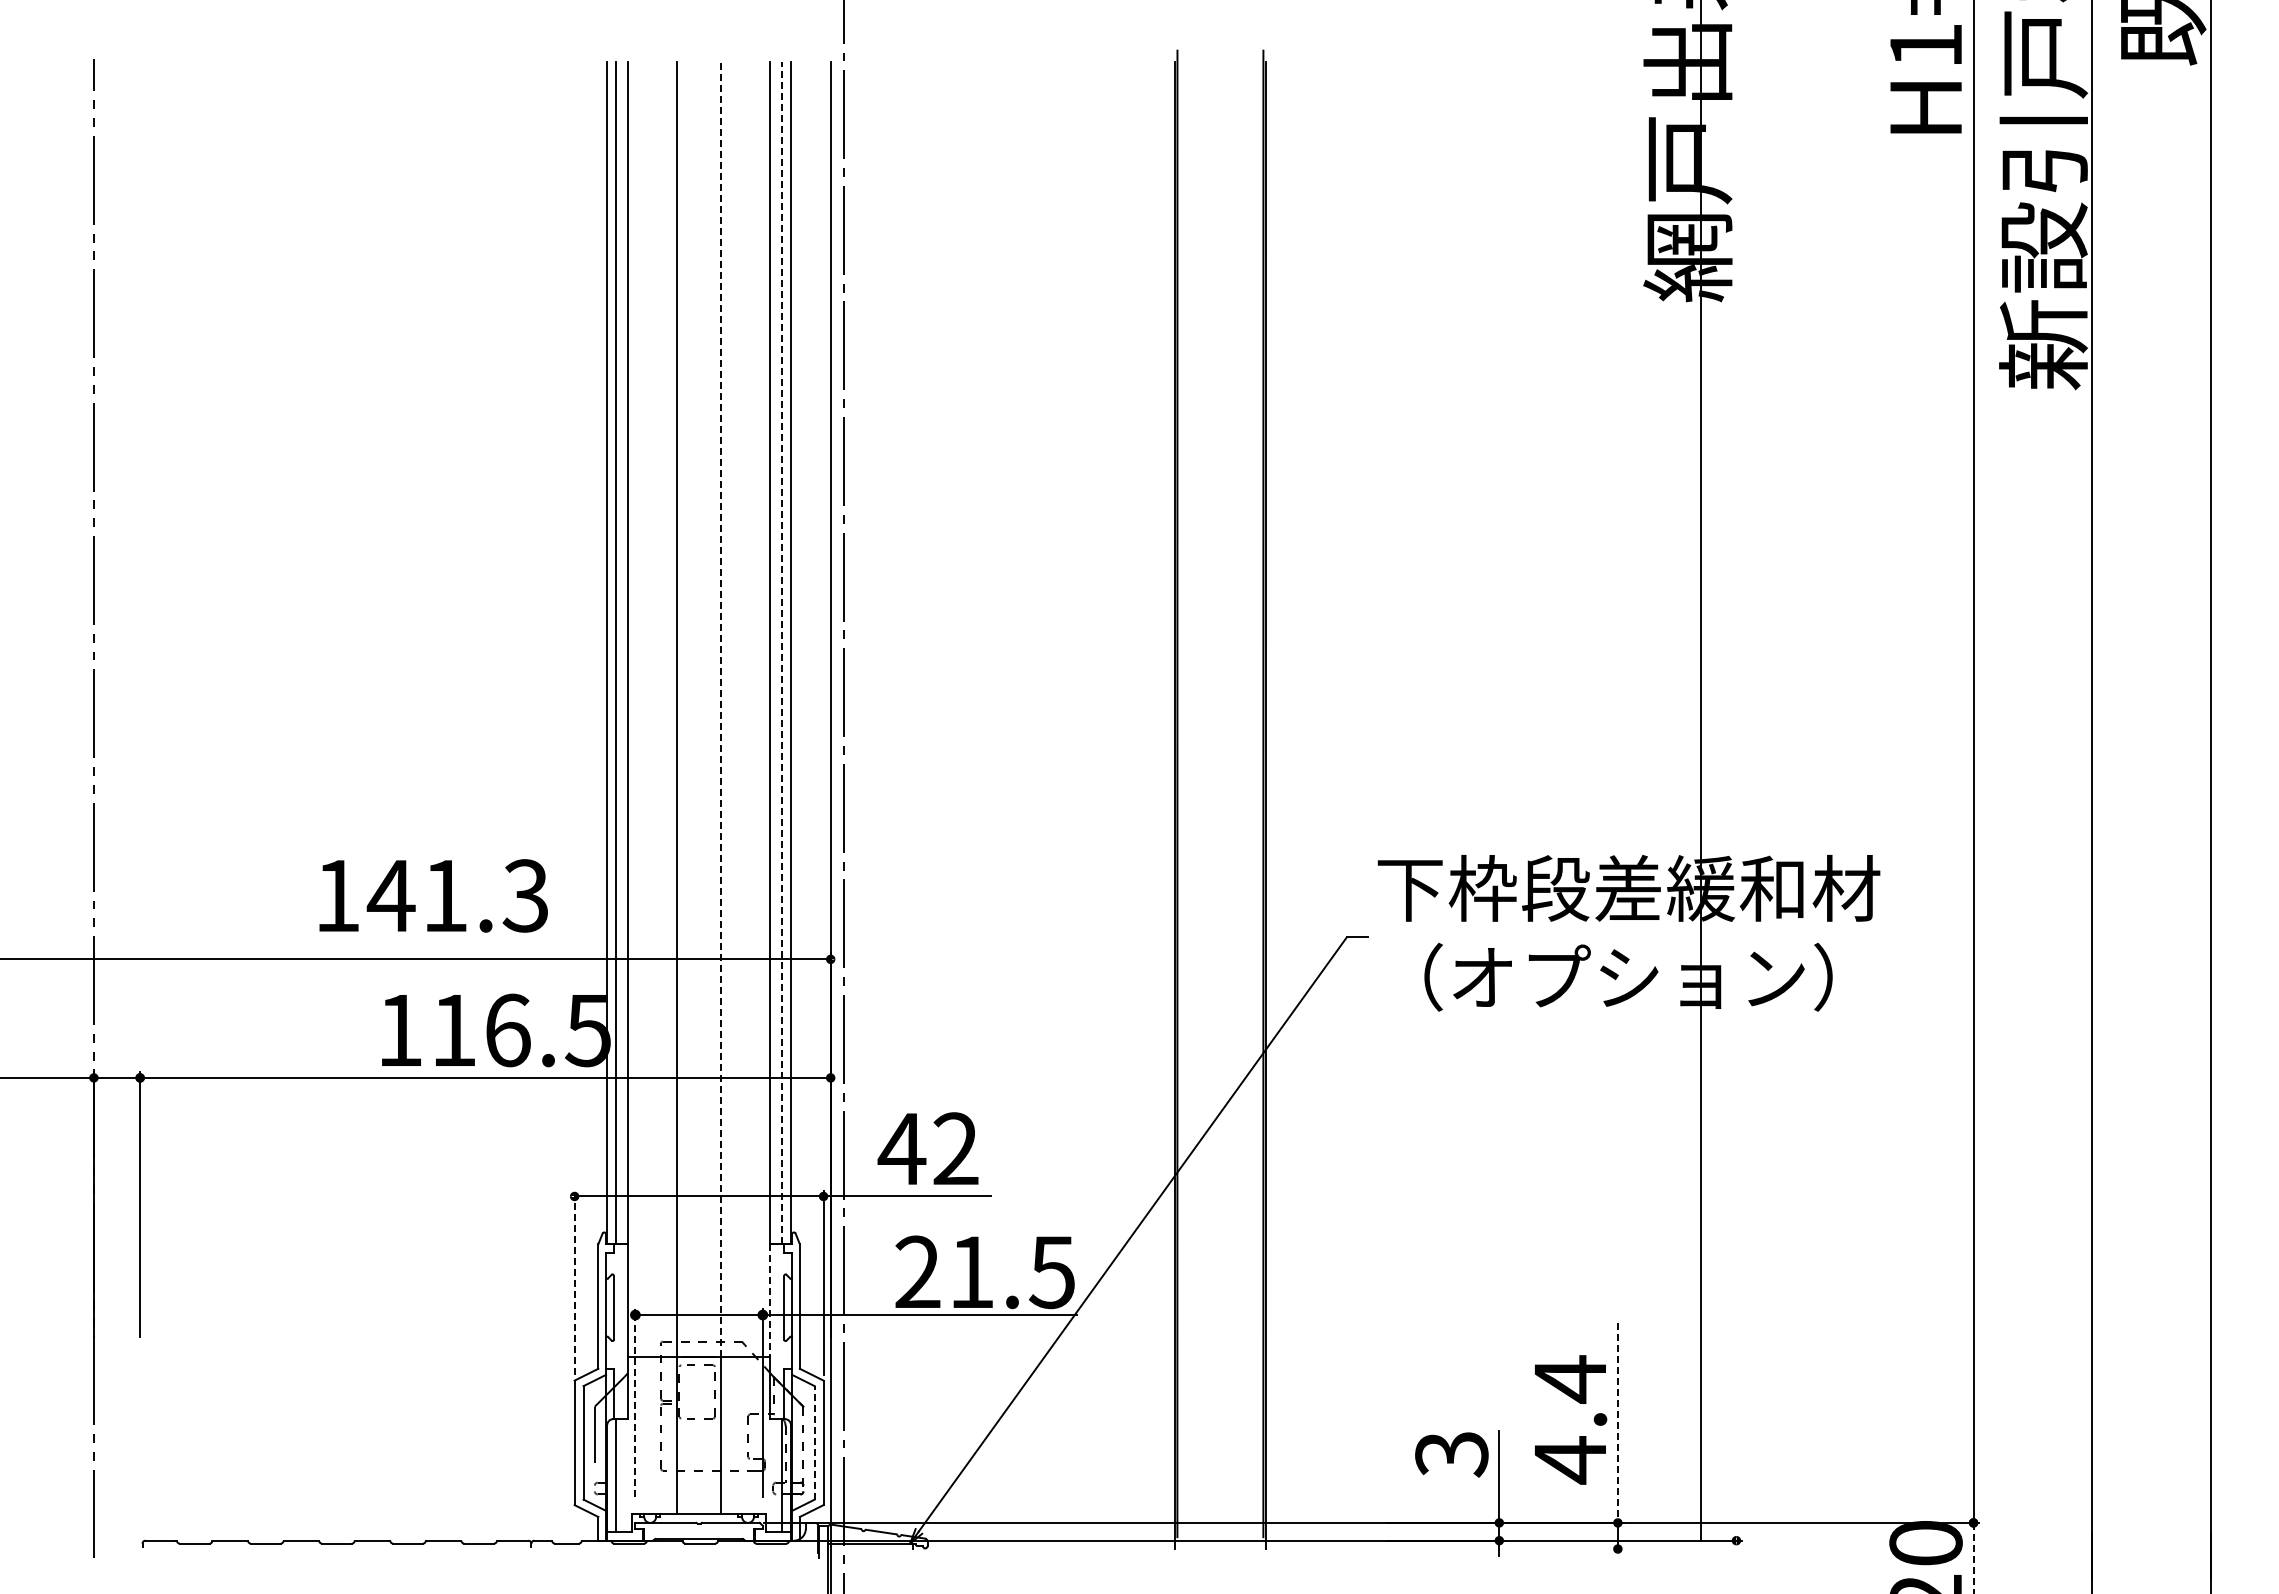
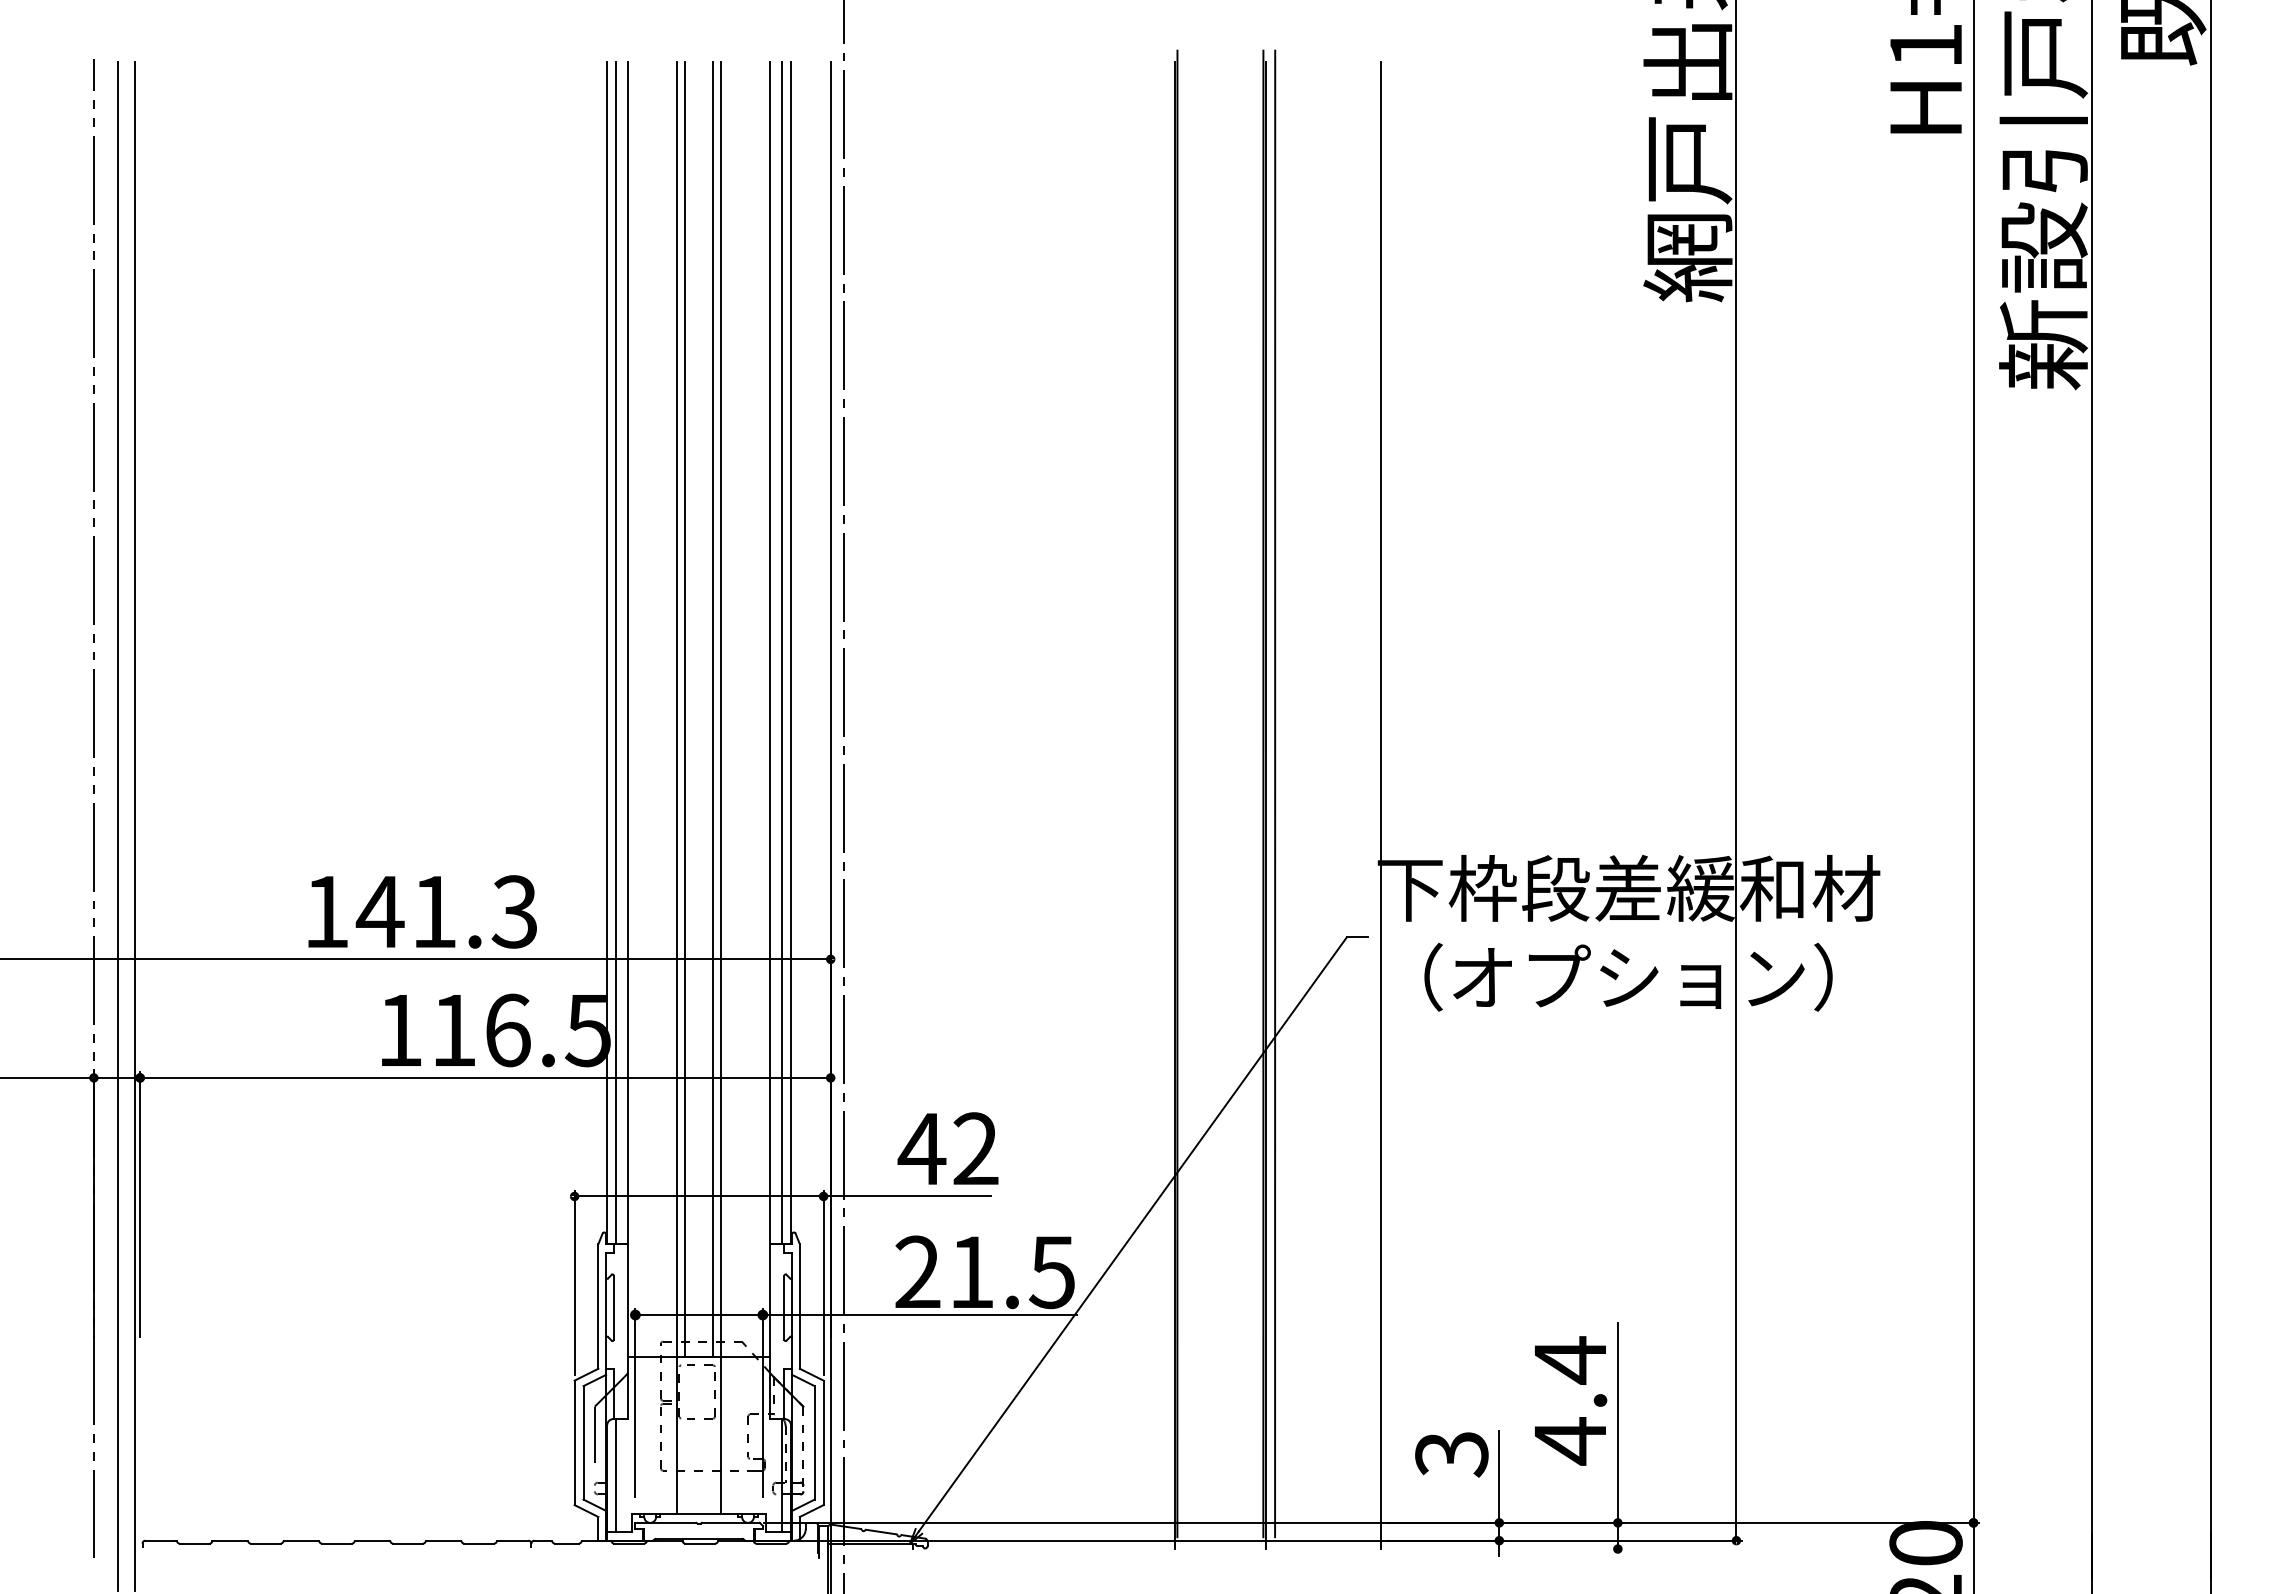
line at (782, 653): dashed -> solid
line at (685, 709): none -> present
line at (712, 709): none -> present
line at (720, 709): dashed -> solid
line at (1701, 771) position: (1701, 771) -> (1736, 771)
line at (1275, 793): none -> present
line at (1380, 805): none -> present
line at (117, 826): none -> present
line at (135, 826): none -> present
text at (433, 895) position: (433, 895) -> (422, 911)
text at (927, 1148) position: (927, 1148) -> (947, 1148)
line at (574, 1282): dashed -> solid
line at (770, 1301): dashed -> solid
line at (635, 1402): dashed -> solid
text at (1571, 1419) position: (1571, 1419) -> (1571, 1400)
line at (1617, 1423): dashed -> solid
line at (814, 1442): dashed -> solid
line at (1973, 1558): dashed -> solid
